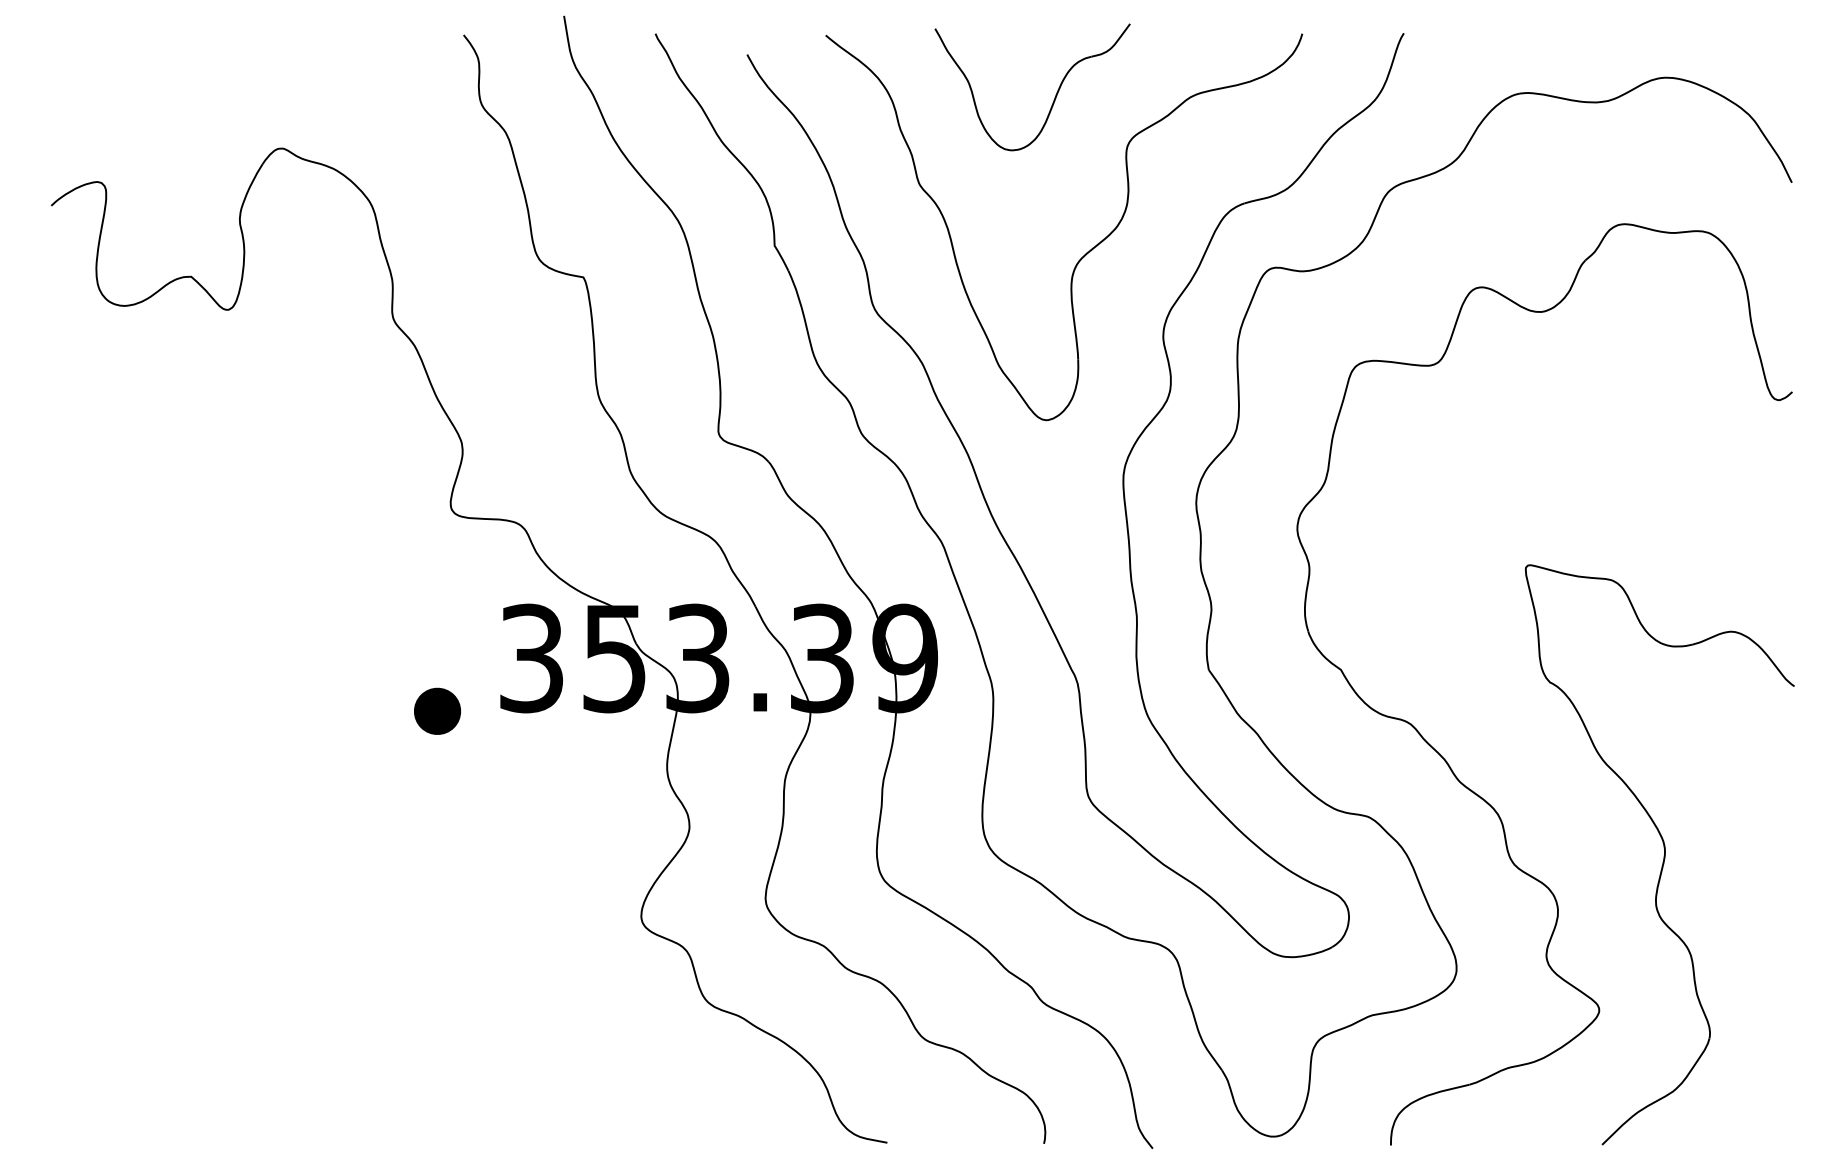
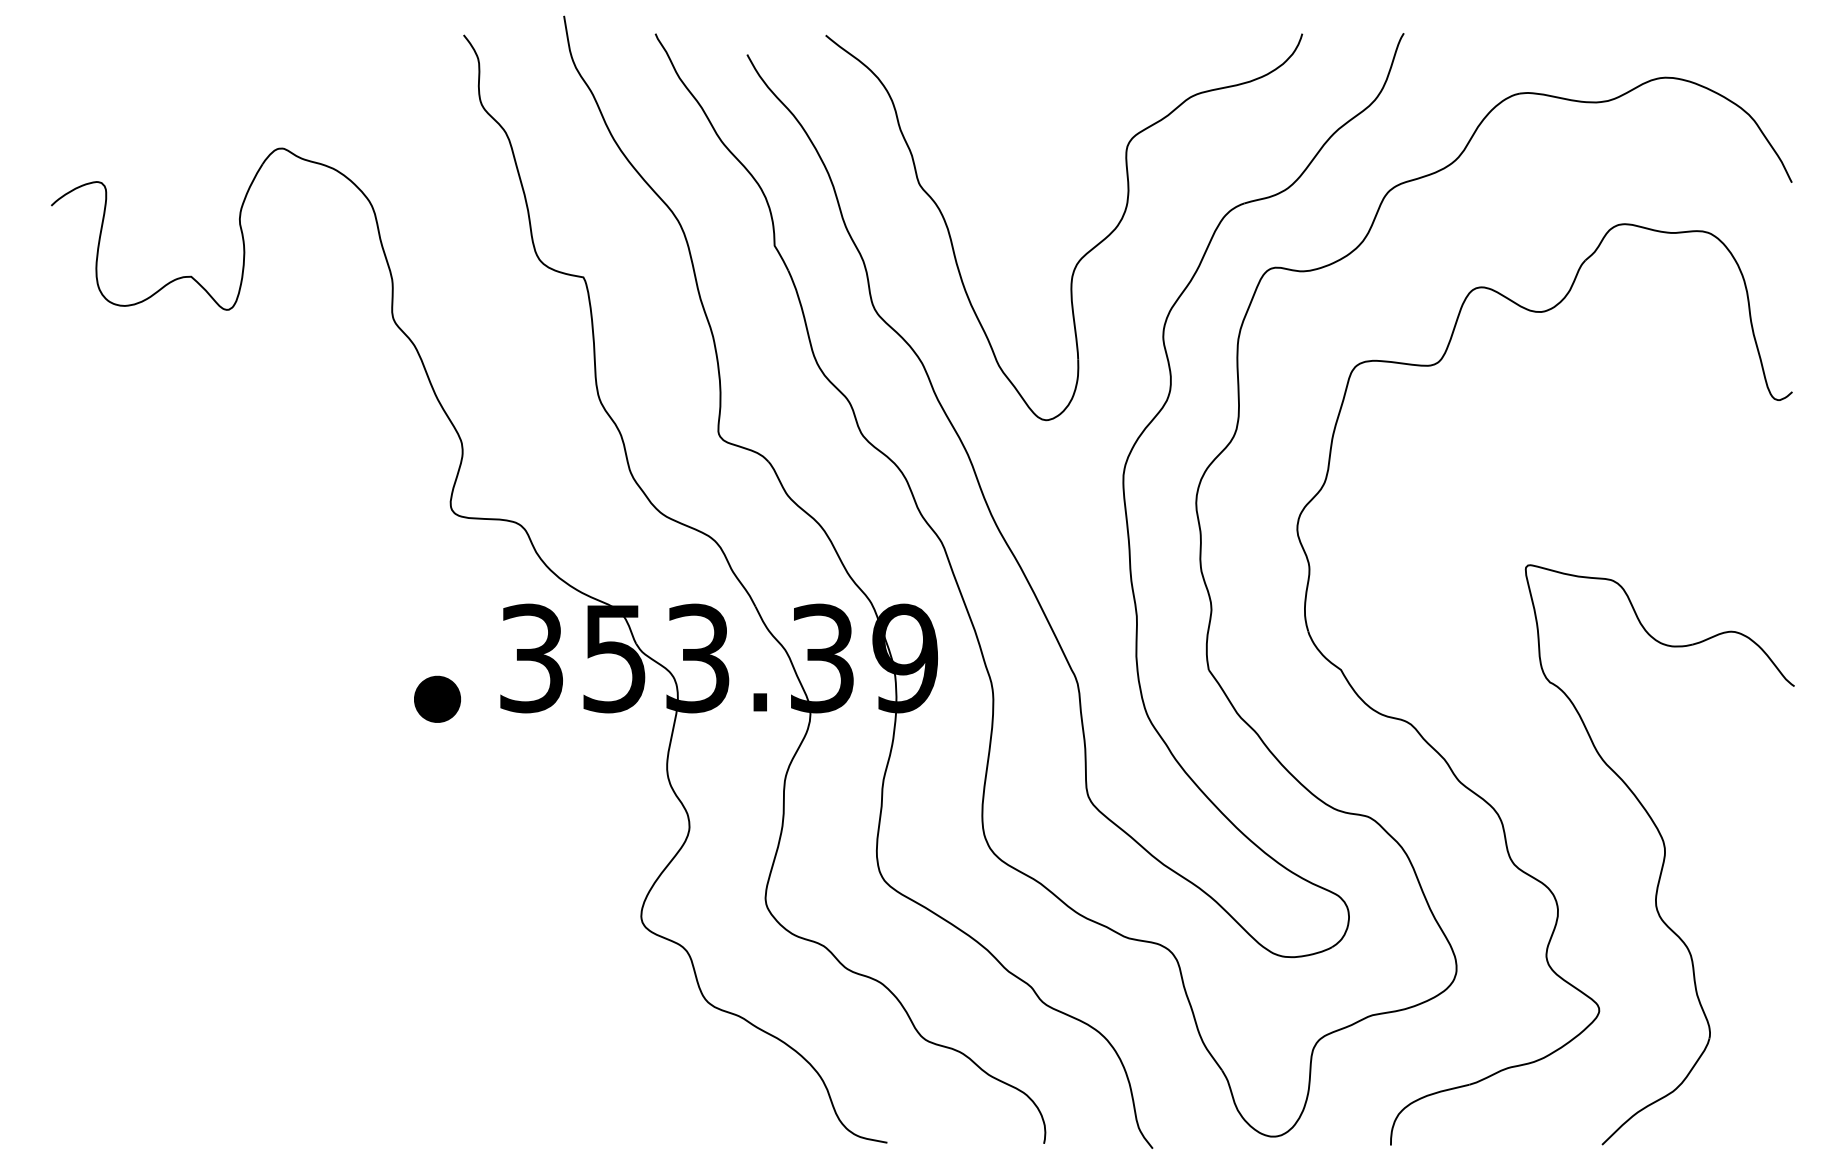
part at (1055, 94): present -> none
part at (437, 710) position: (437, 710) -> (437, 698)
